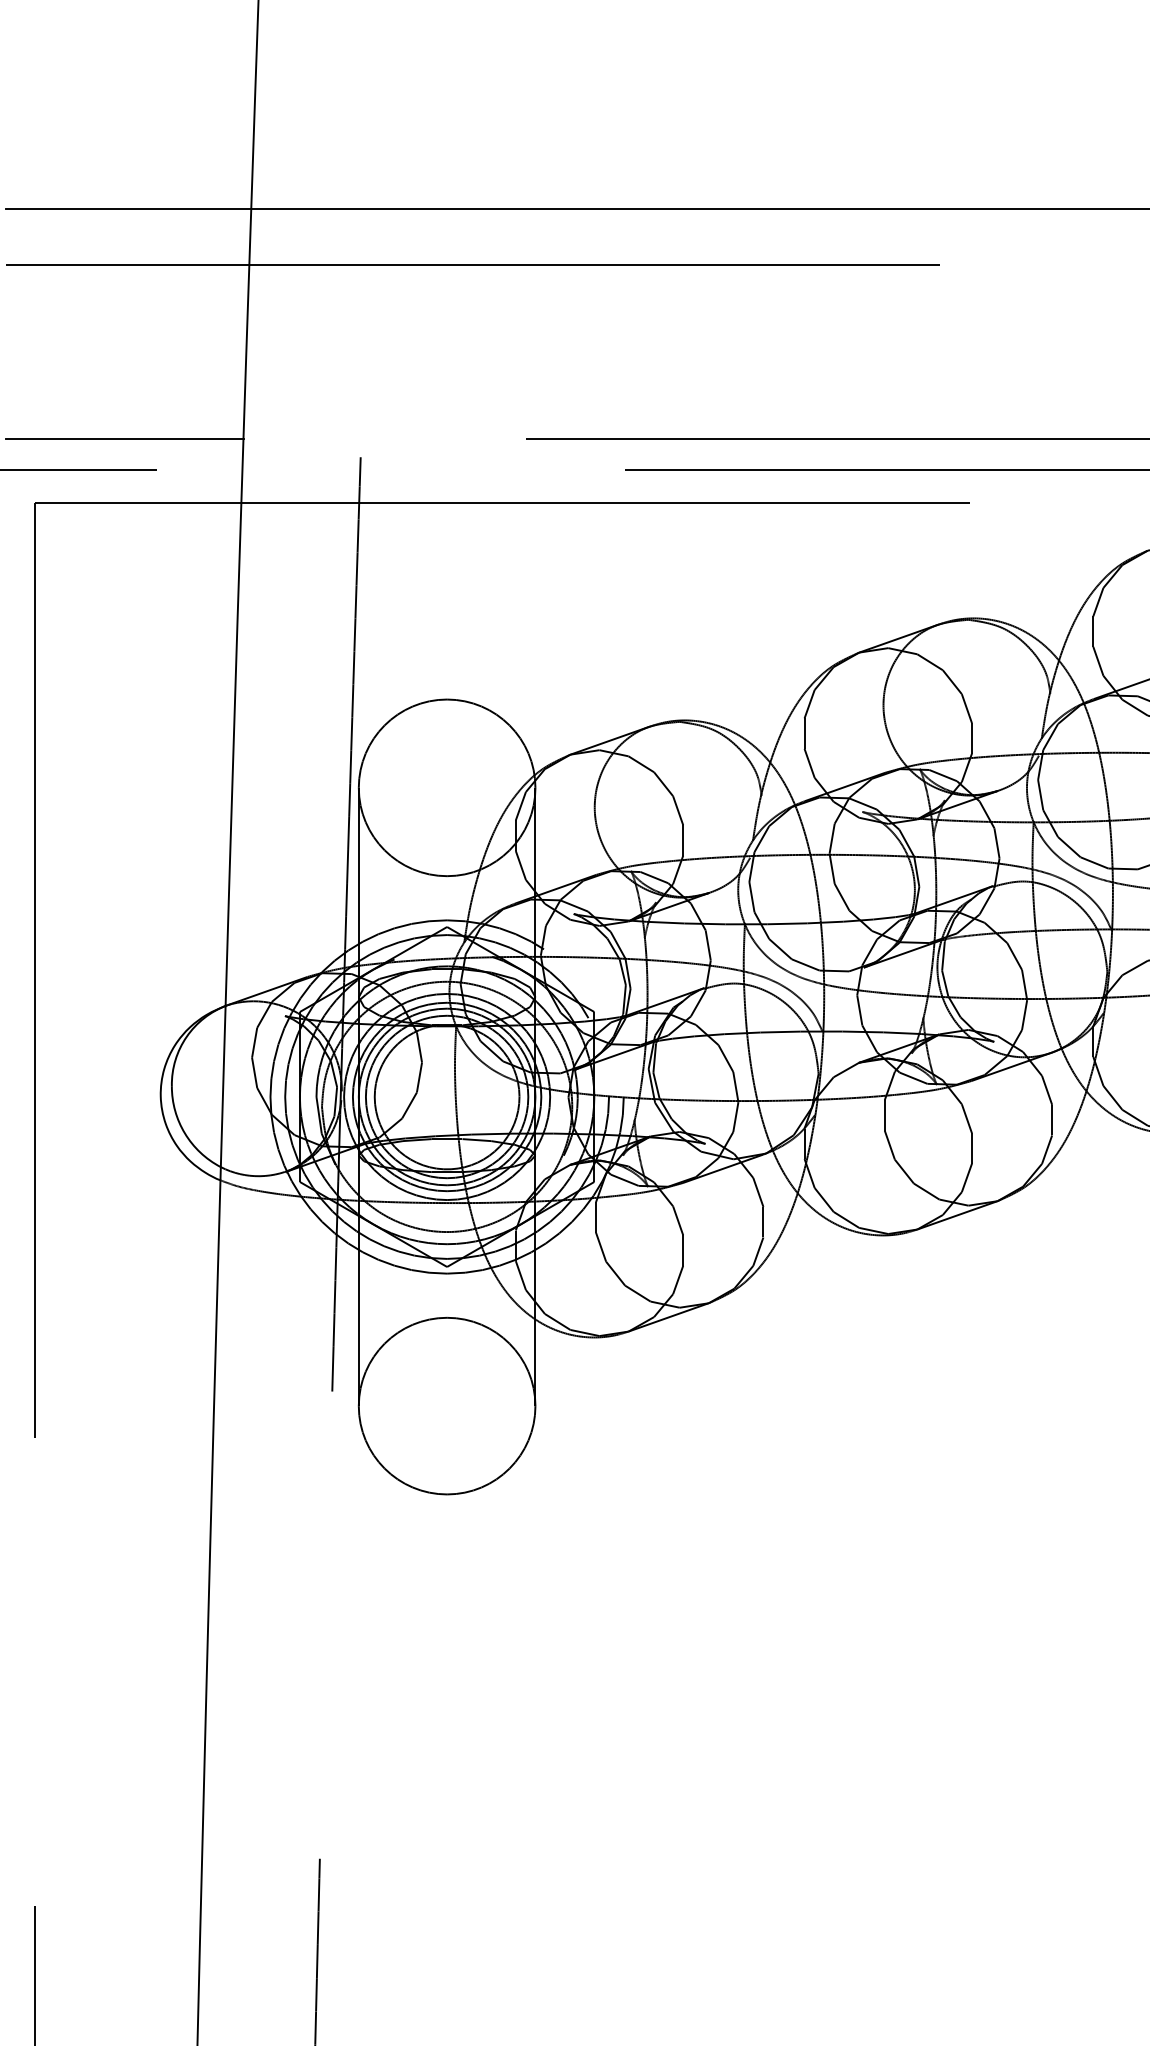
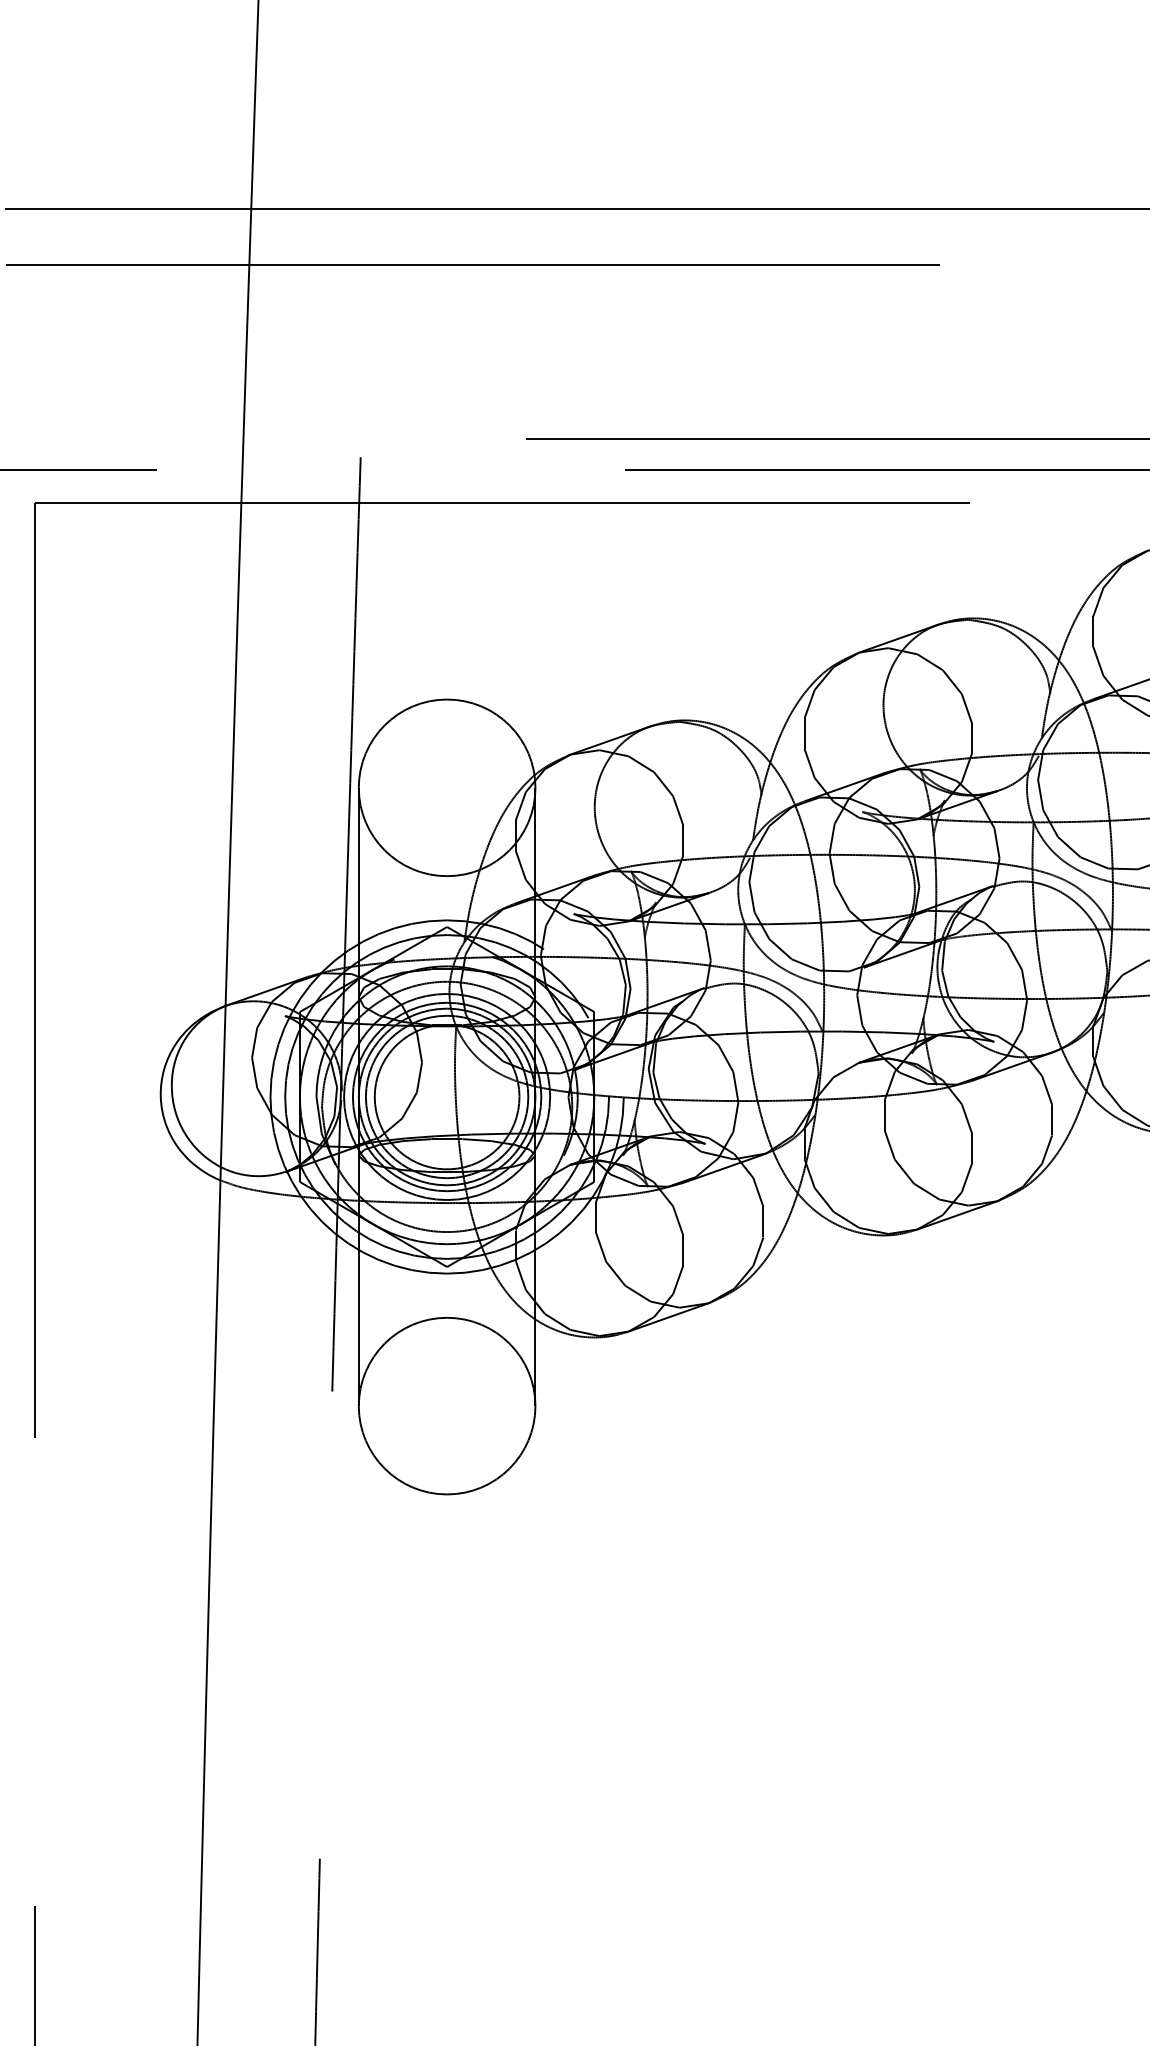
line at (124, 439): present -> none
